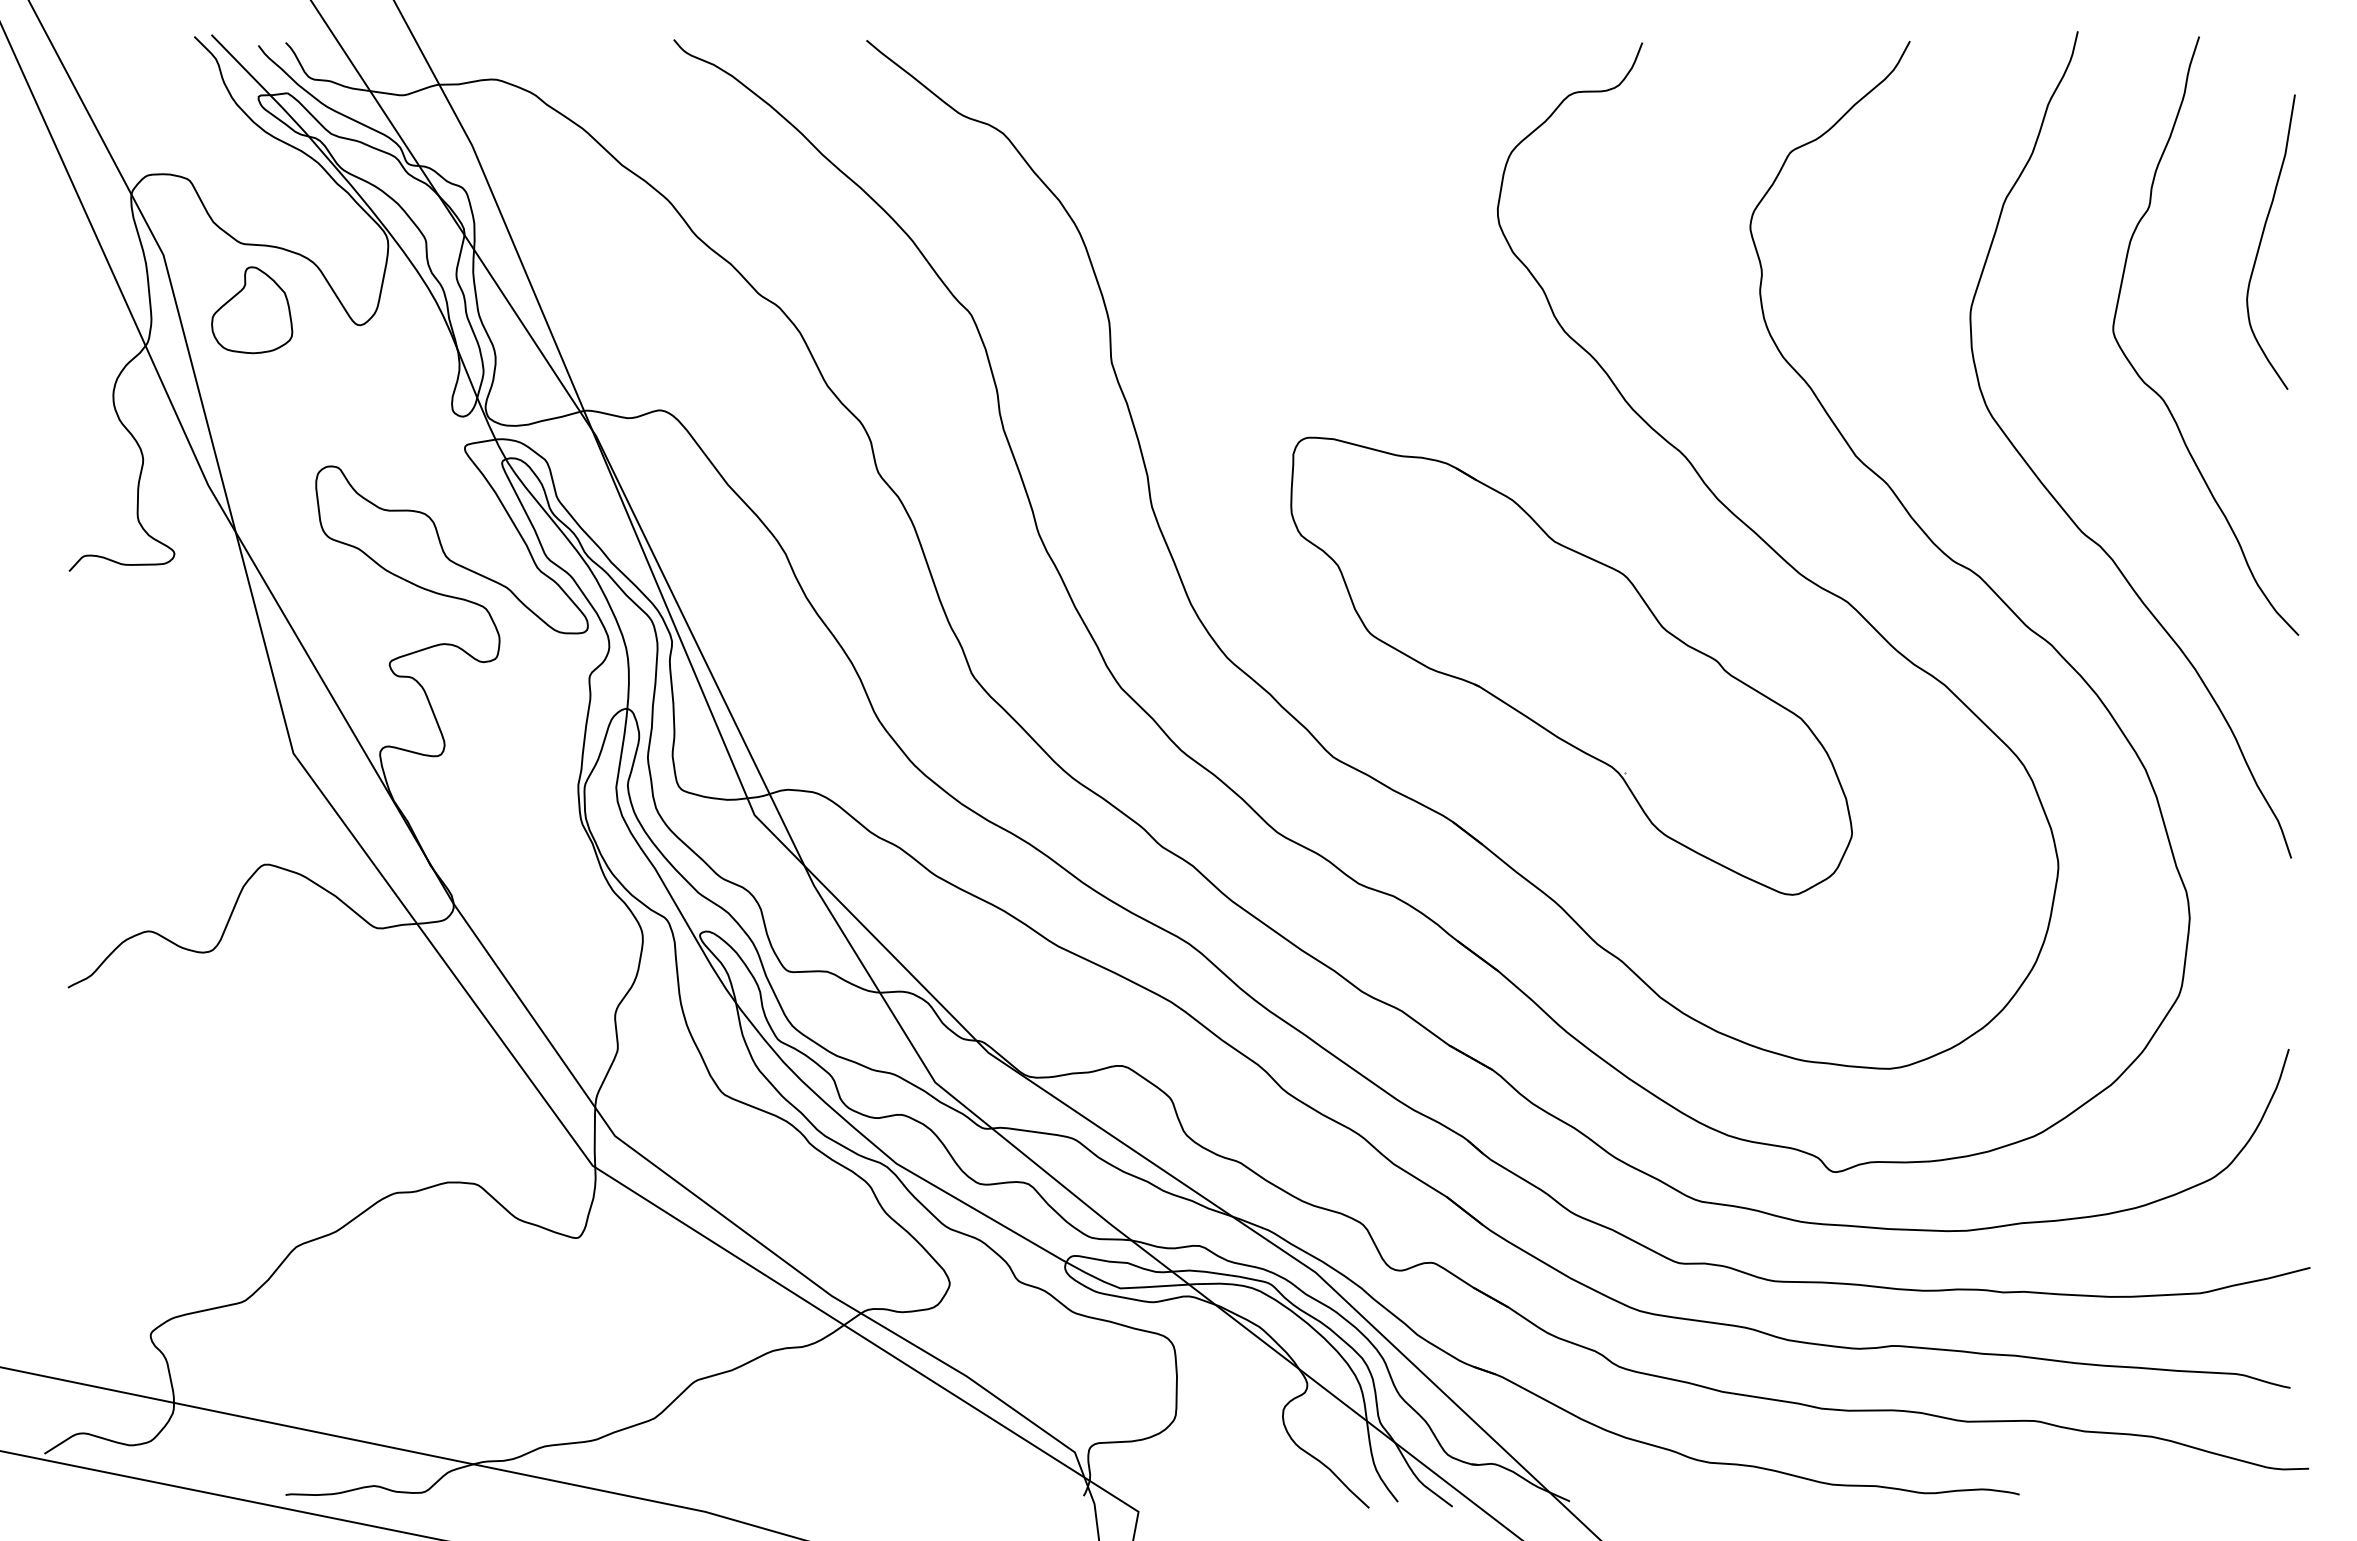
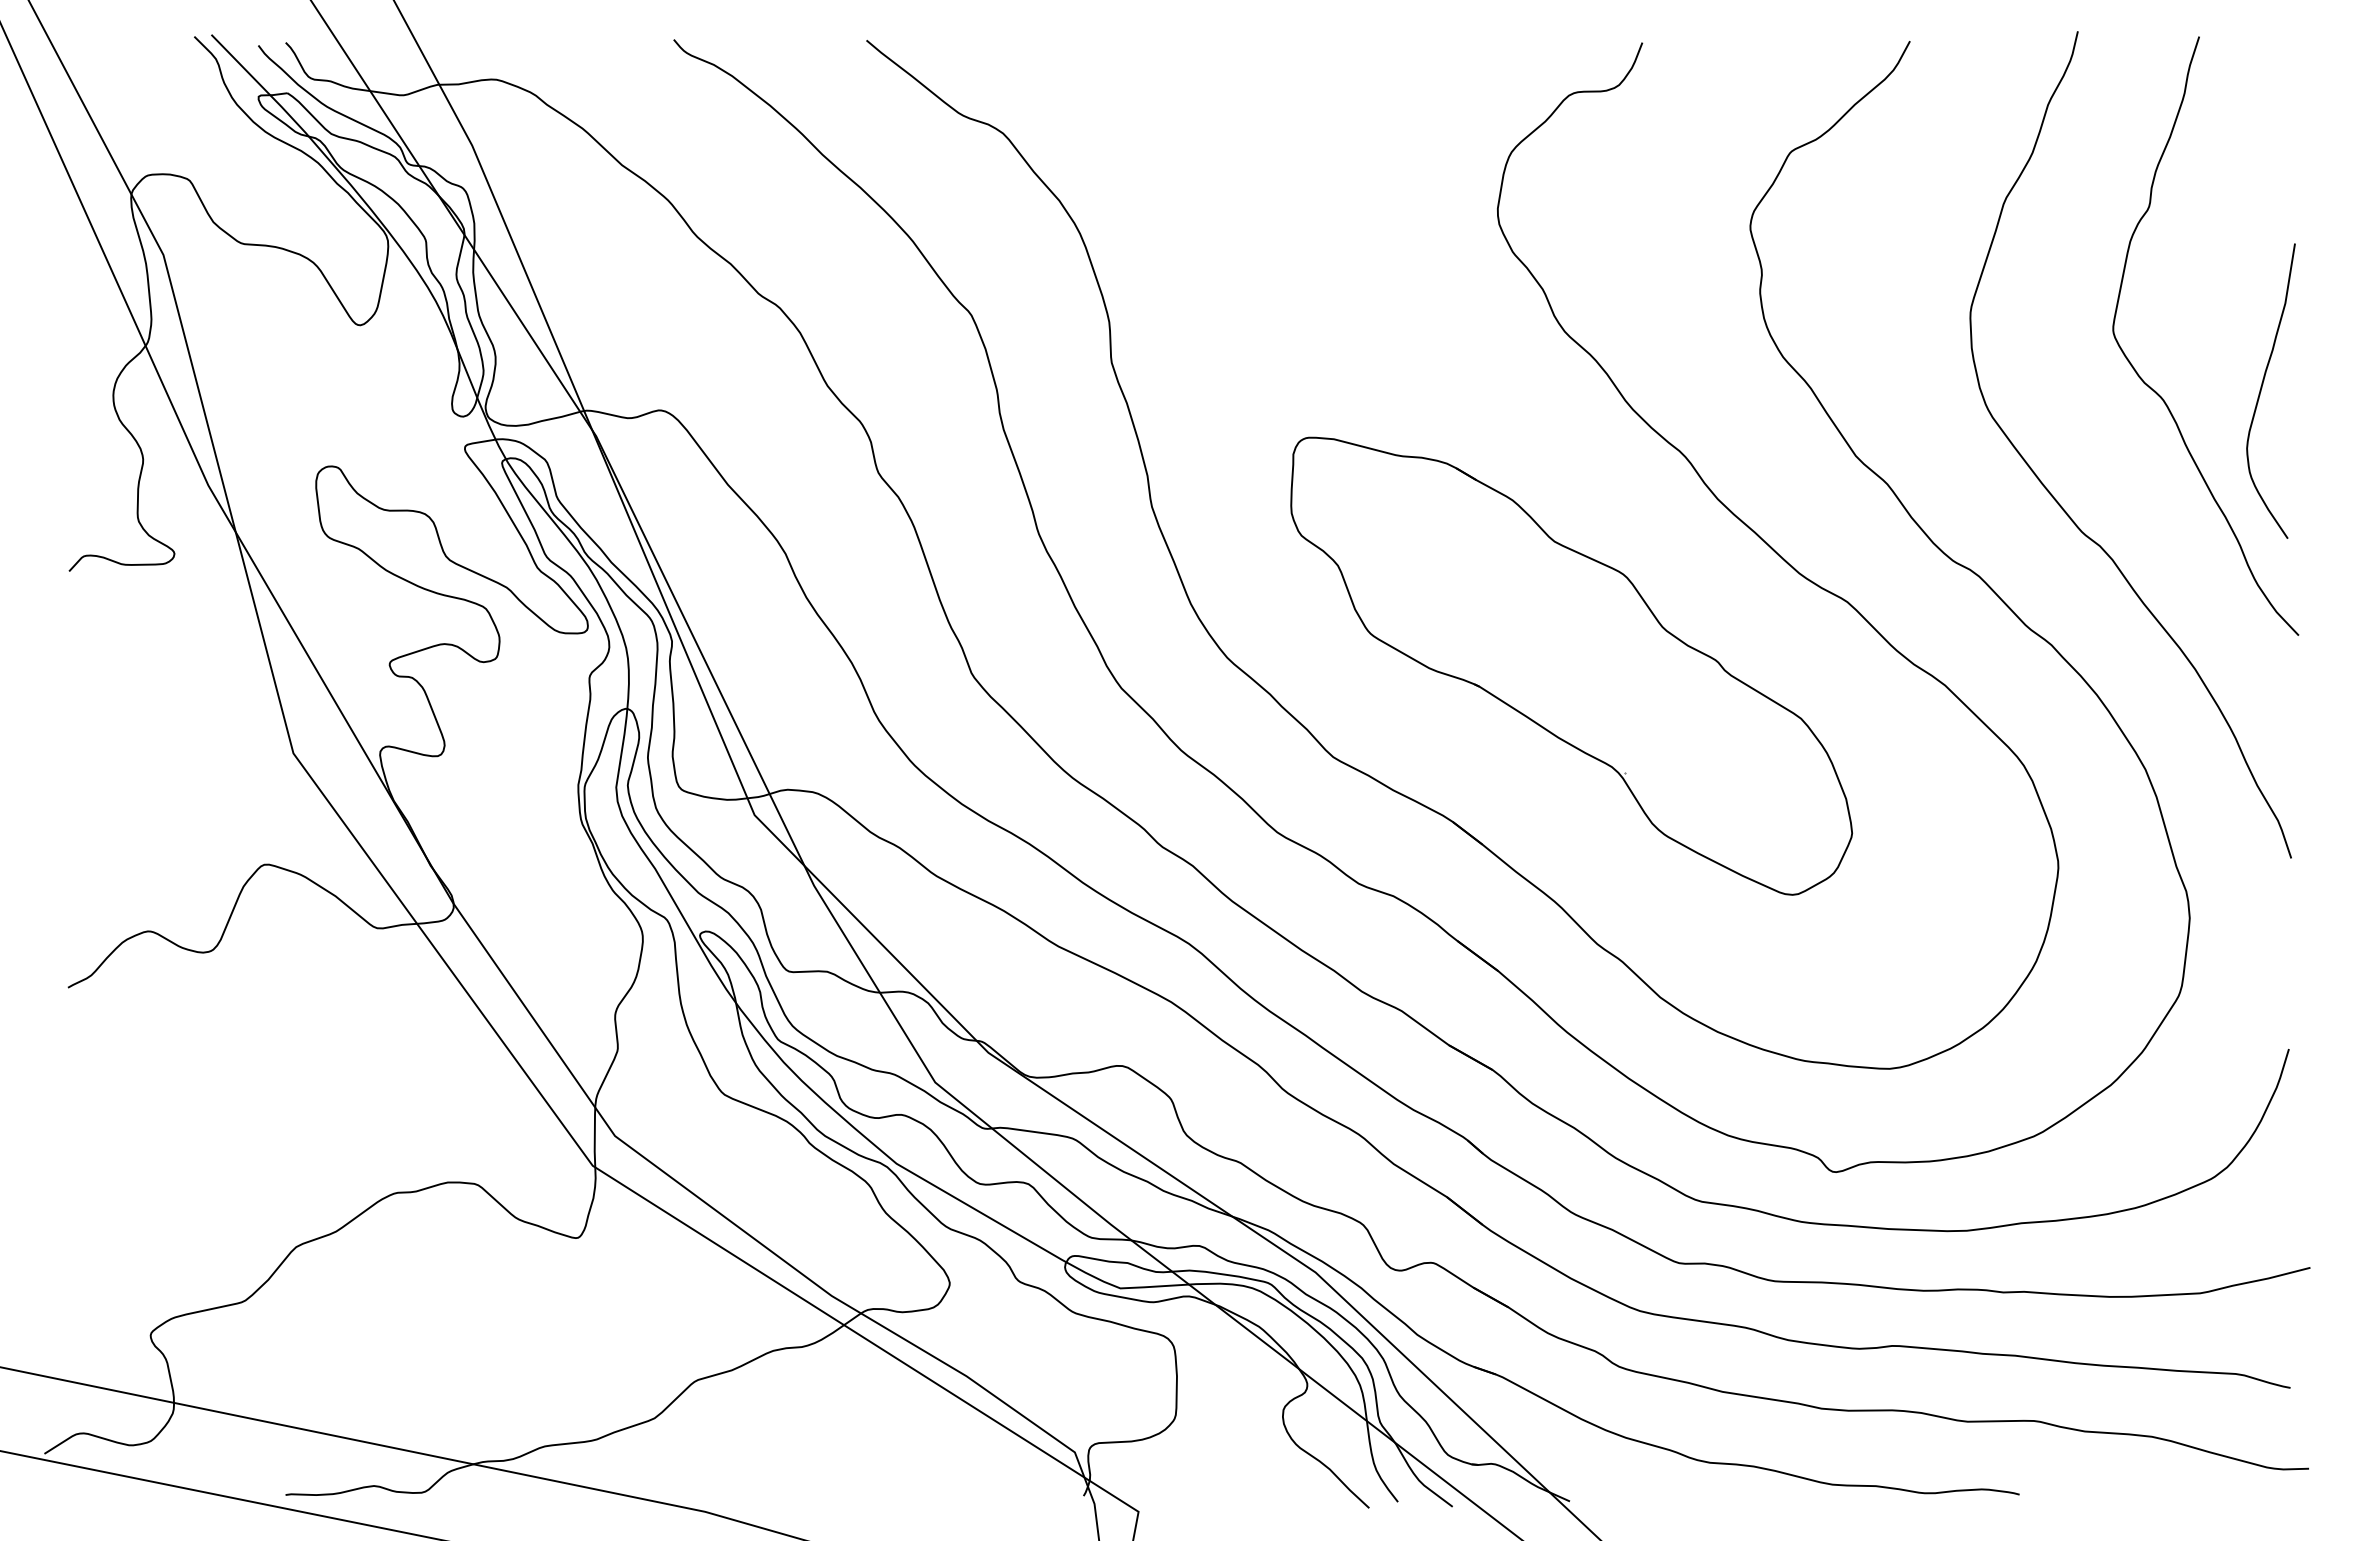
curve at (2262, 239) position: (2262, 239) -> (2262, 388)
part at (252, 310): present -> none
